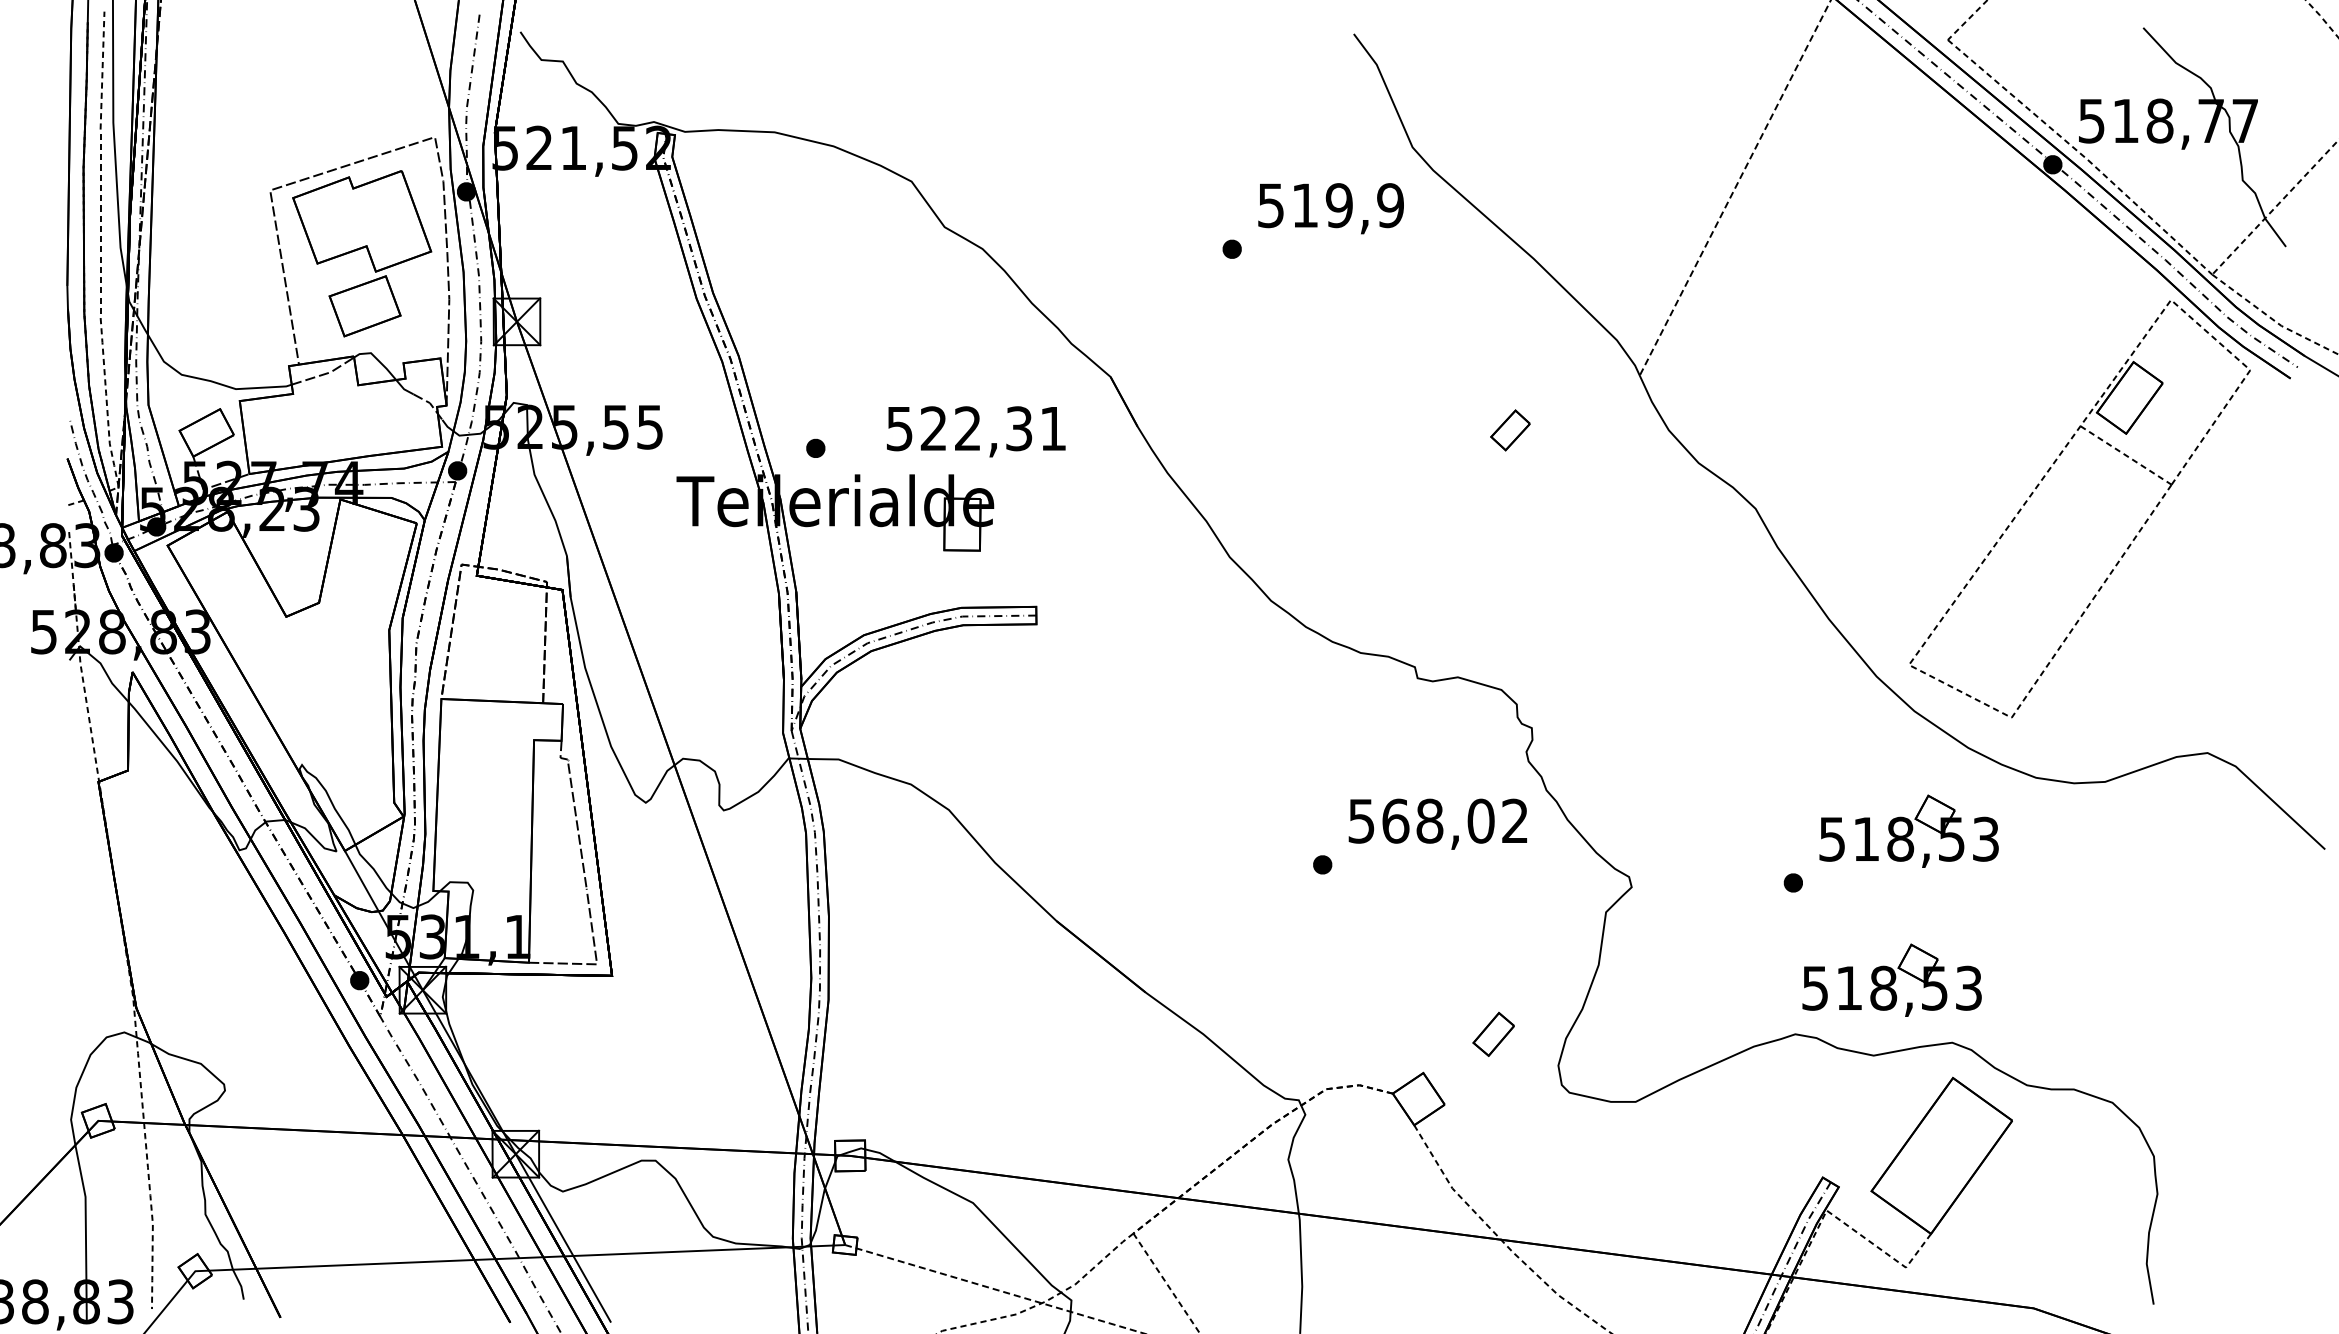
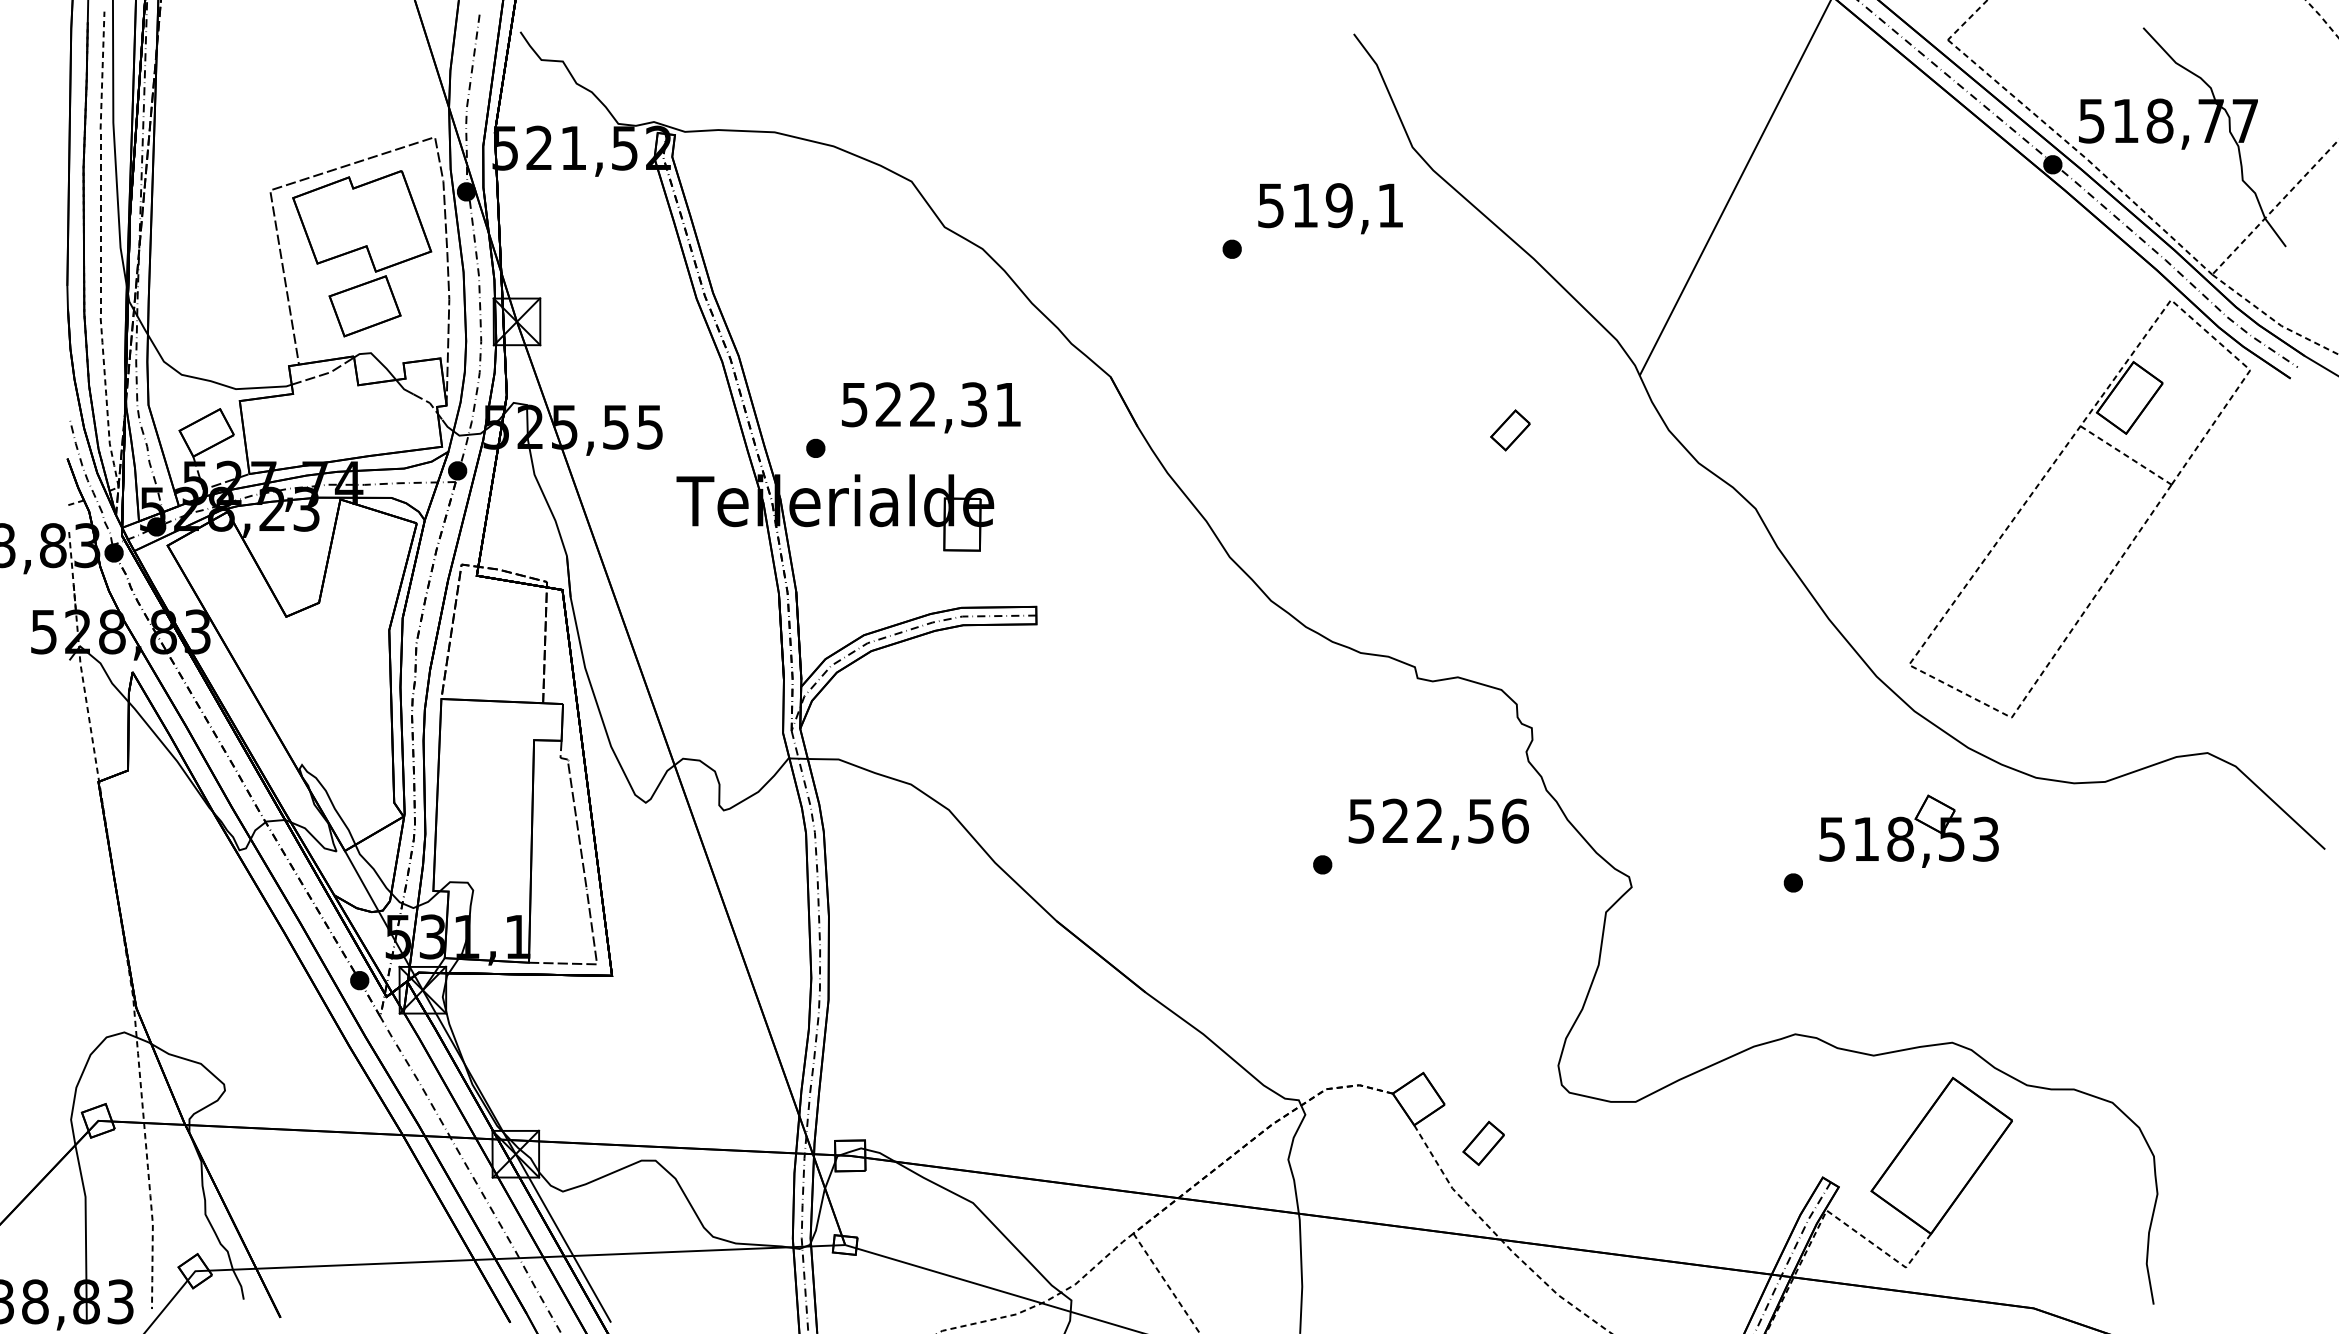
line at (1735, 188): dashed -> solid
text at (1390, 205): 519,9 -> 519,1
text at (976, 431) position: (976, 431) -> (931, 407)
text at (1455, 820): 568,02 -> 522,56
part at (1891, 979): present -> none
part at (1493, 1033) position: (1493, 1033) -> (1483, 1142)
line at (994, 1289): dashed -> solid
